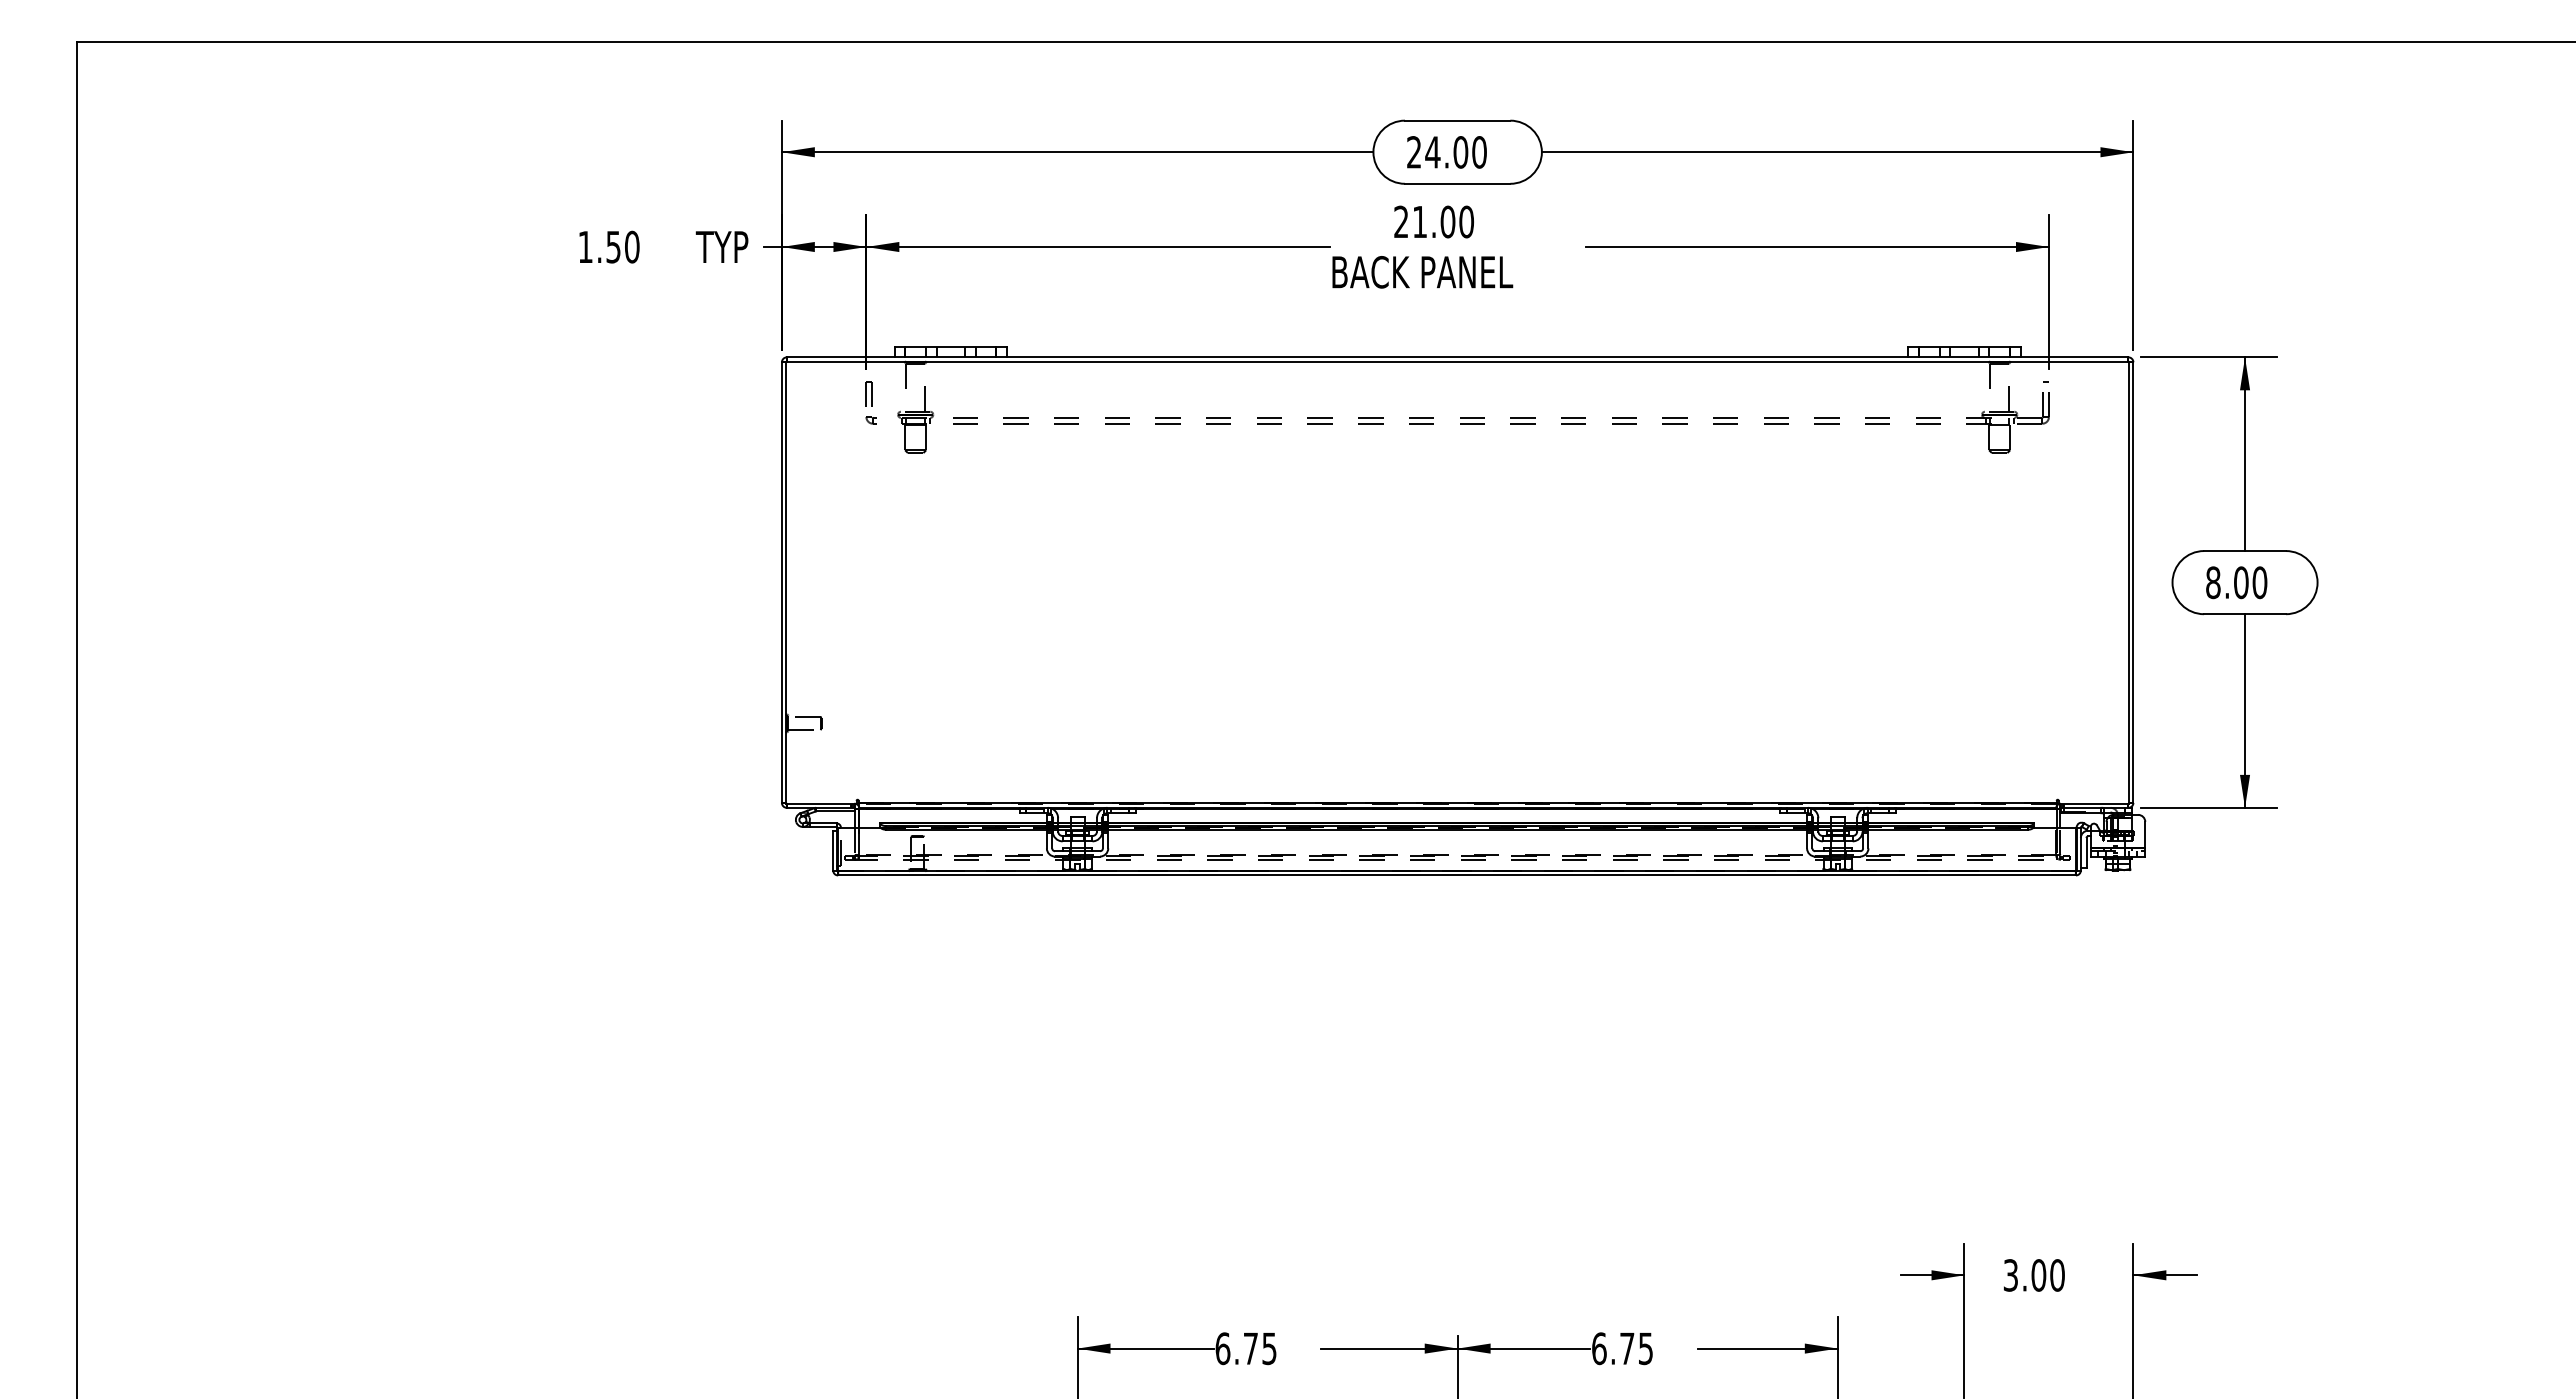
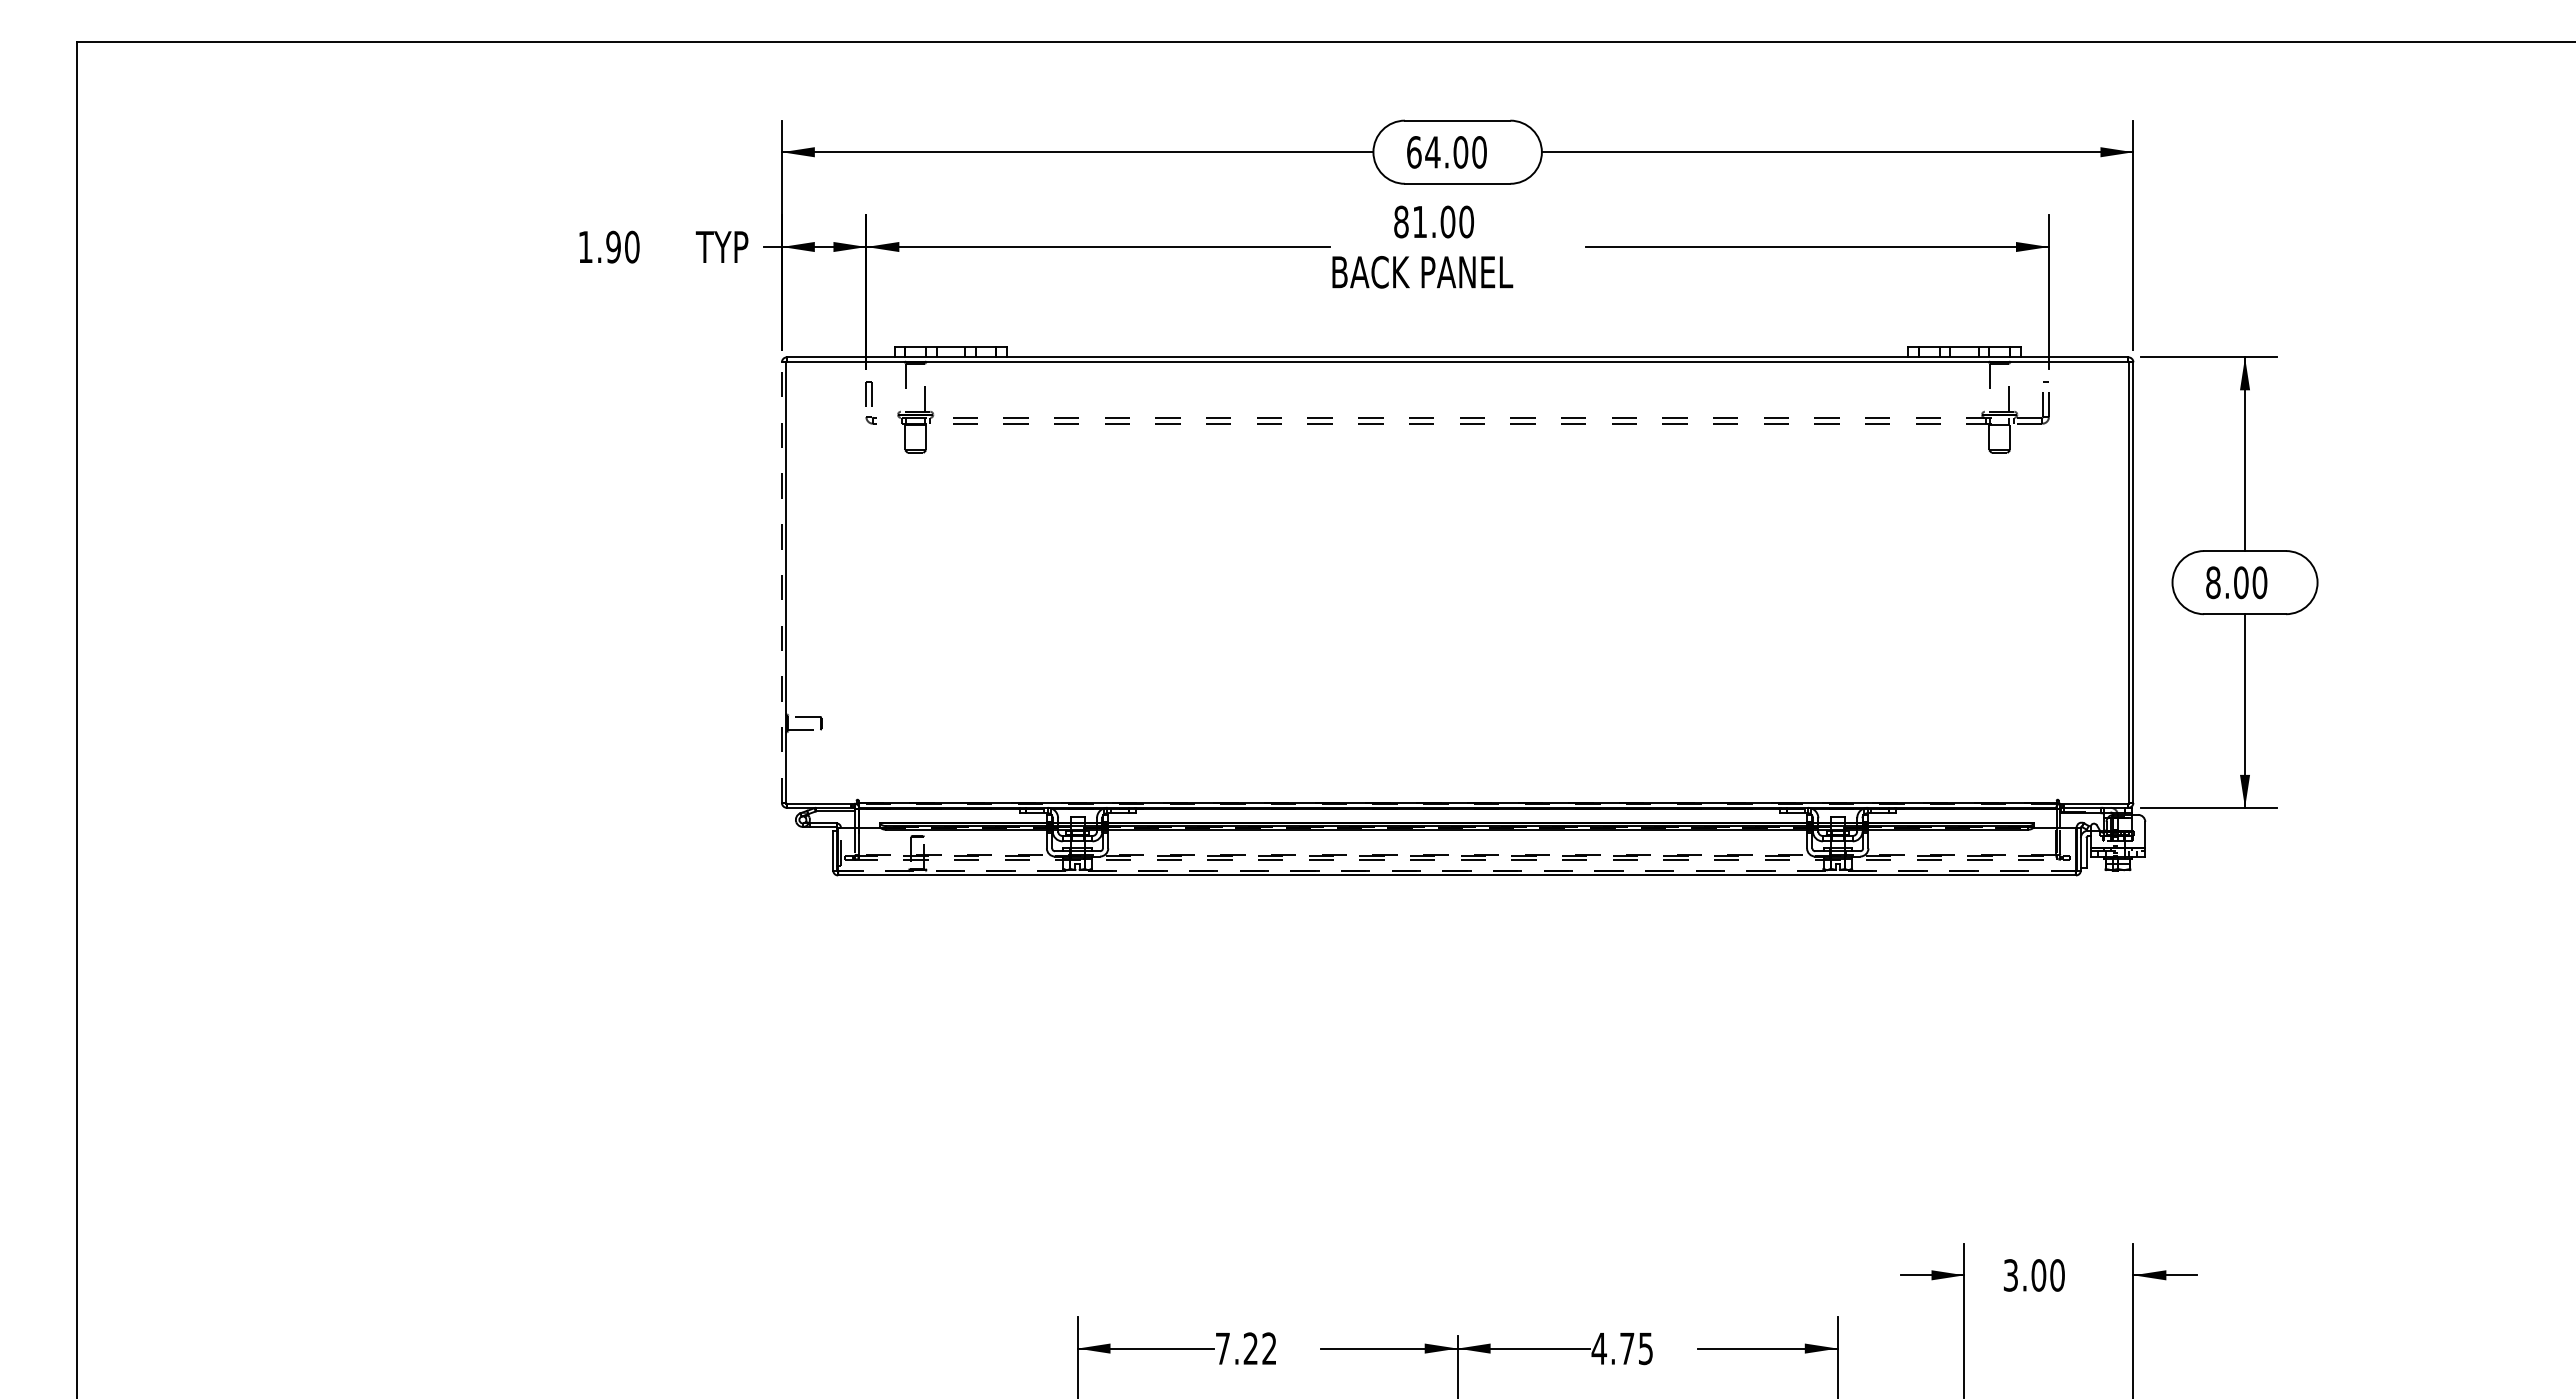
text at (1414, 152): 24.00 -> 64.00
text at (1401, 221): 21.00 -> 81.00
text at (613, 246): 1.50 -> 1.90
line at (781, 582): solid -> dashed
line at (1457, 870): solid -> dashed
text at (1245, 1348): 6.75 -> 7.22
text at (1598, 1348): 6.75 -> 4.75
